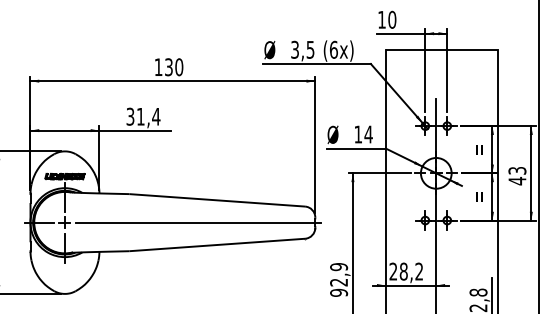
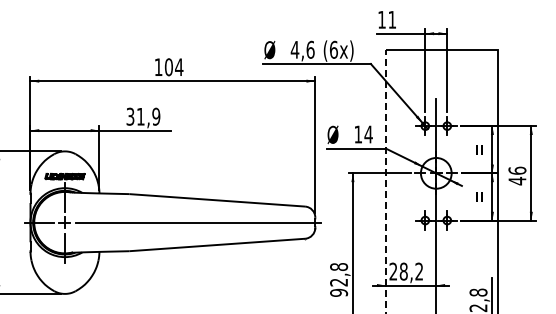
text at (392, 19): 10 -> 11
text at (302, 49): 3,5 -> 4,6
text at (173, 67): 130 -> 104
text at (156, 116): 31,4 -> 31,9
line at (539, 156): present -> none
text at (517, 170): 43 -> 46
line at (385, 181): solid -> dashed
text at (339, 267): 92,9 -> 92,8
